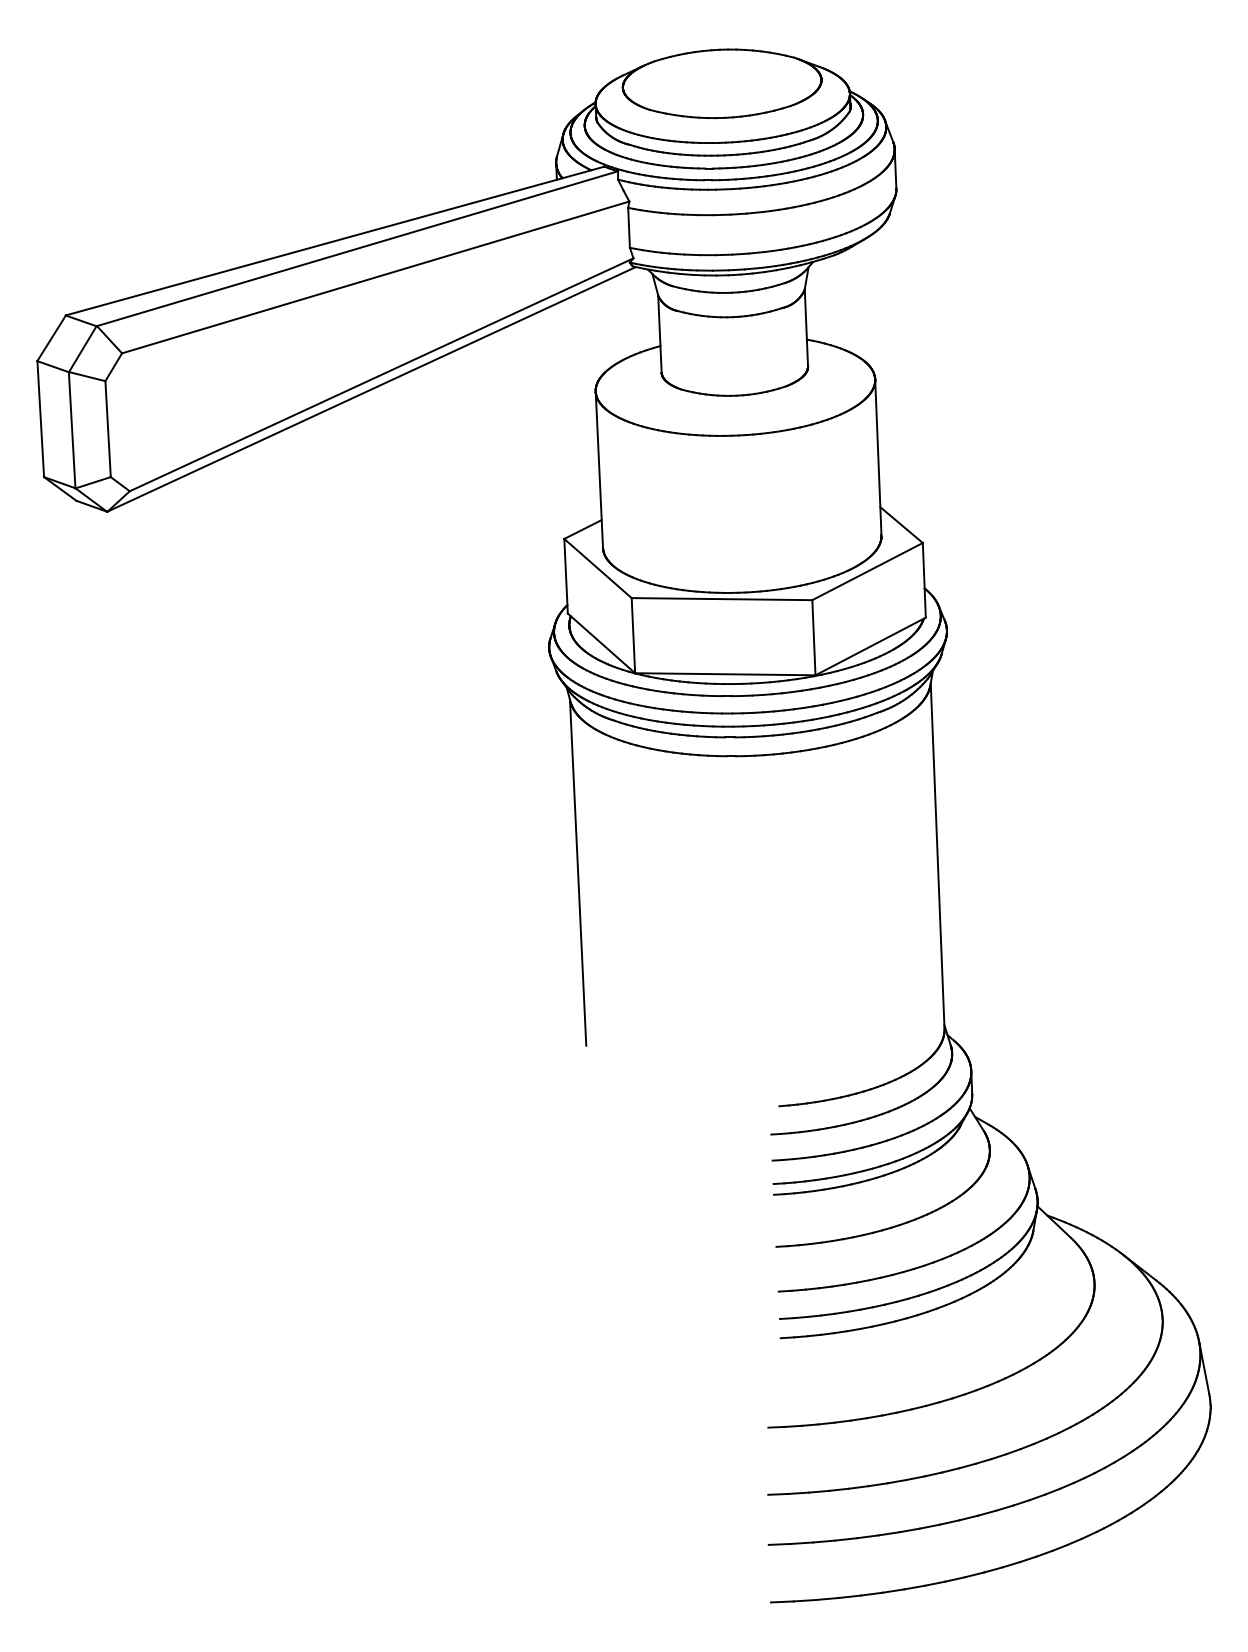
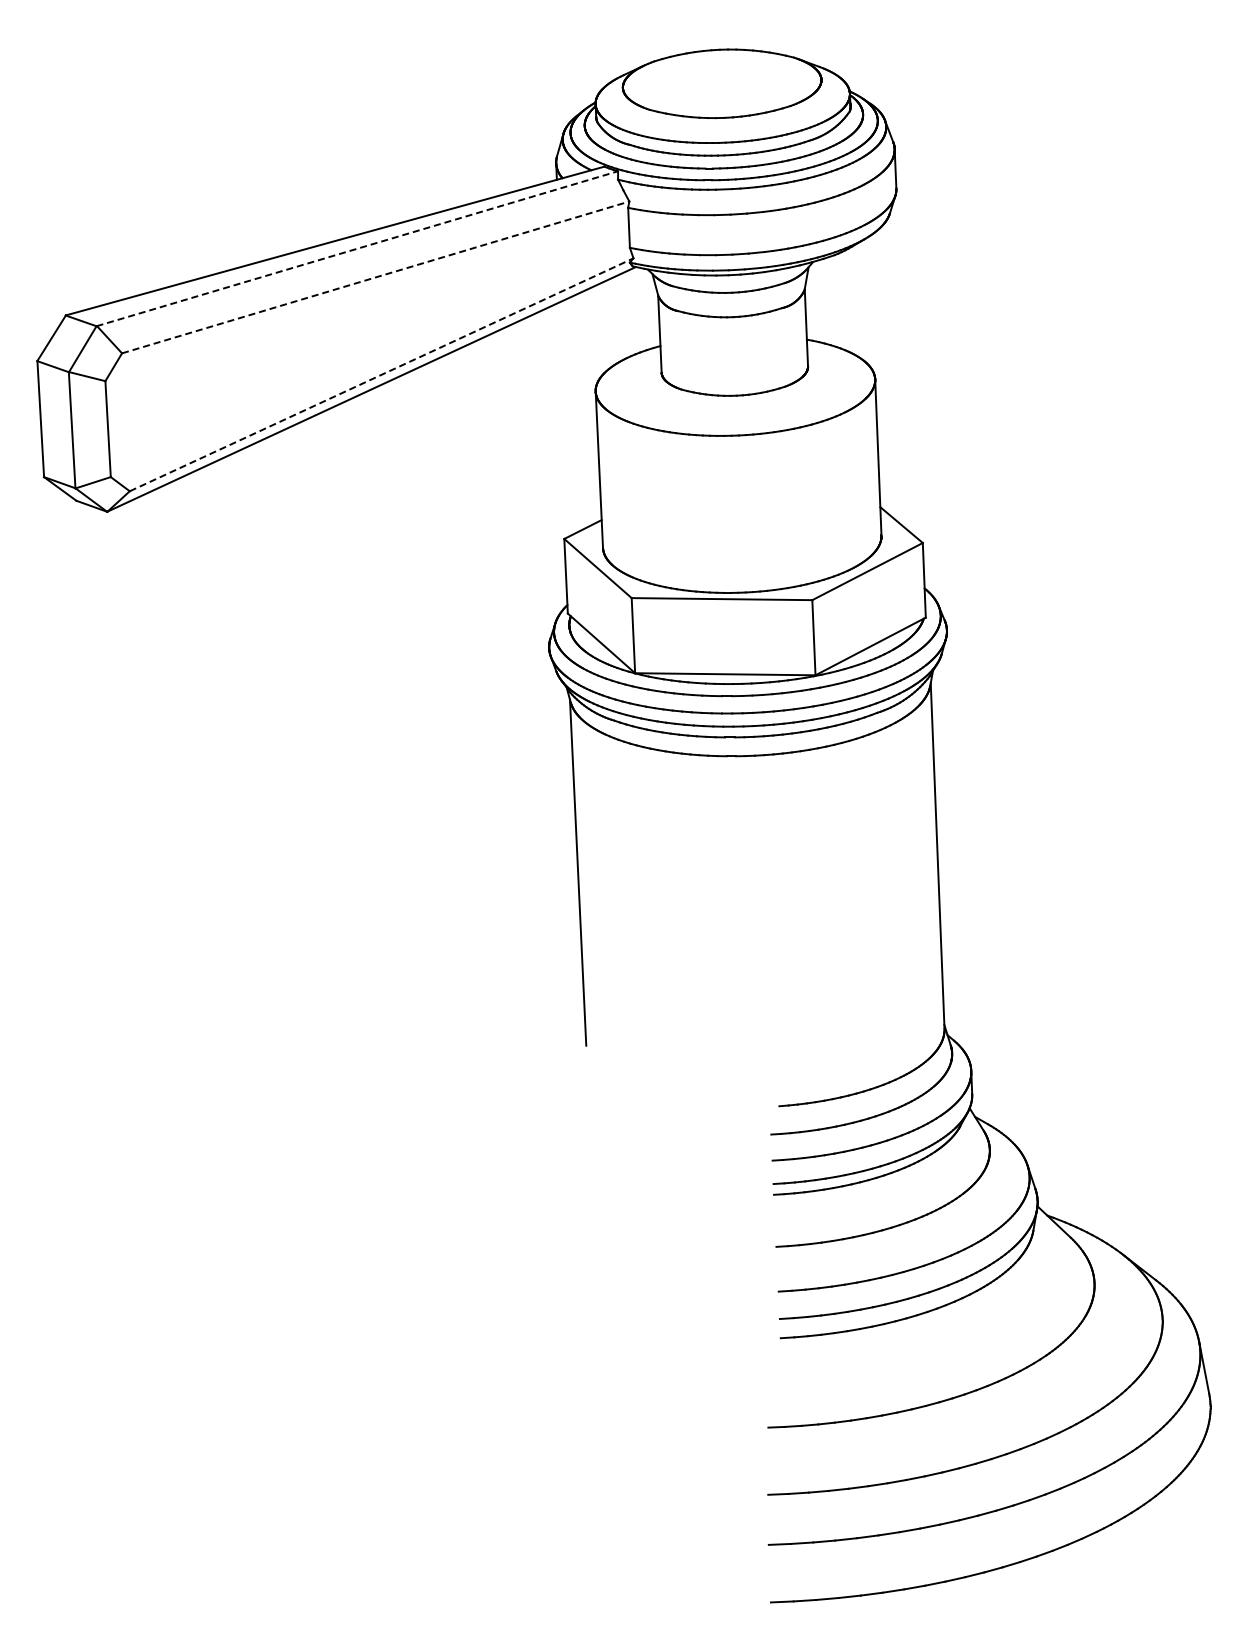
line at (357, 248): solid -> dashed
line at (375, 277): solid -> dashed
line at (382, 374): solid -> dashed
